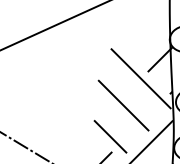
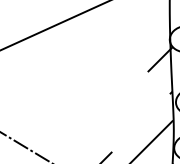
line at (140, 78): present -> none
line at (123, 105): present -> none
line at (110, 136): present -> none
